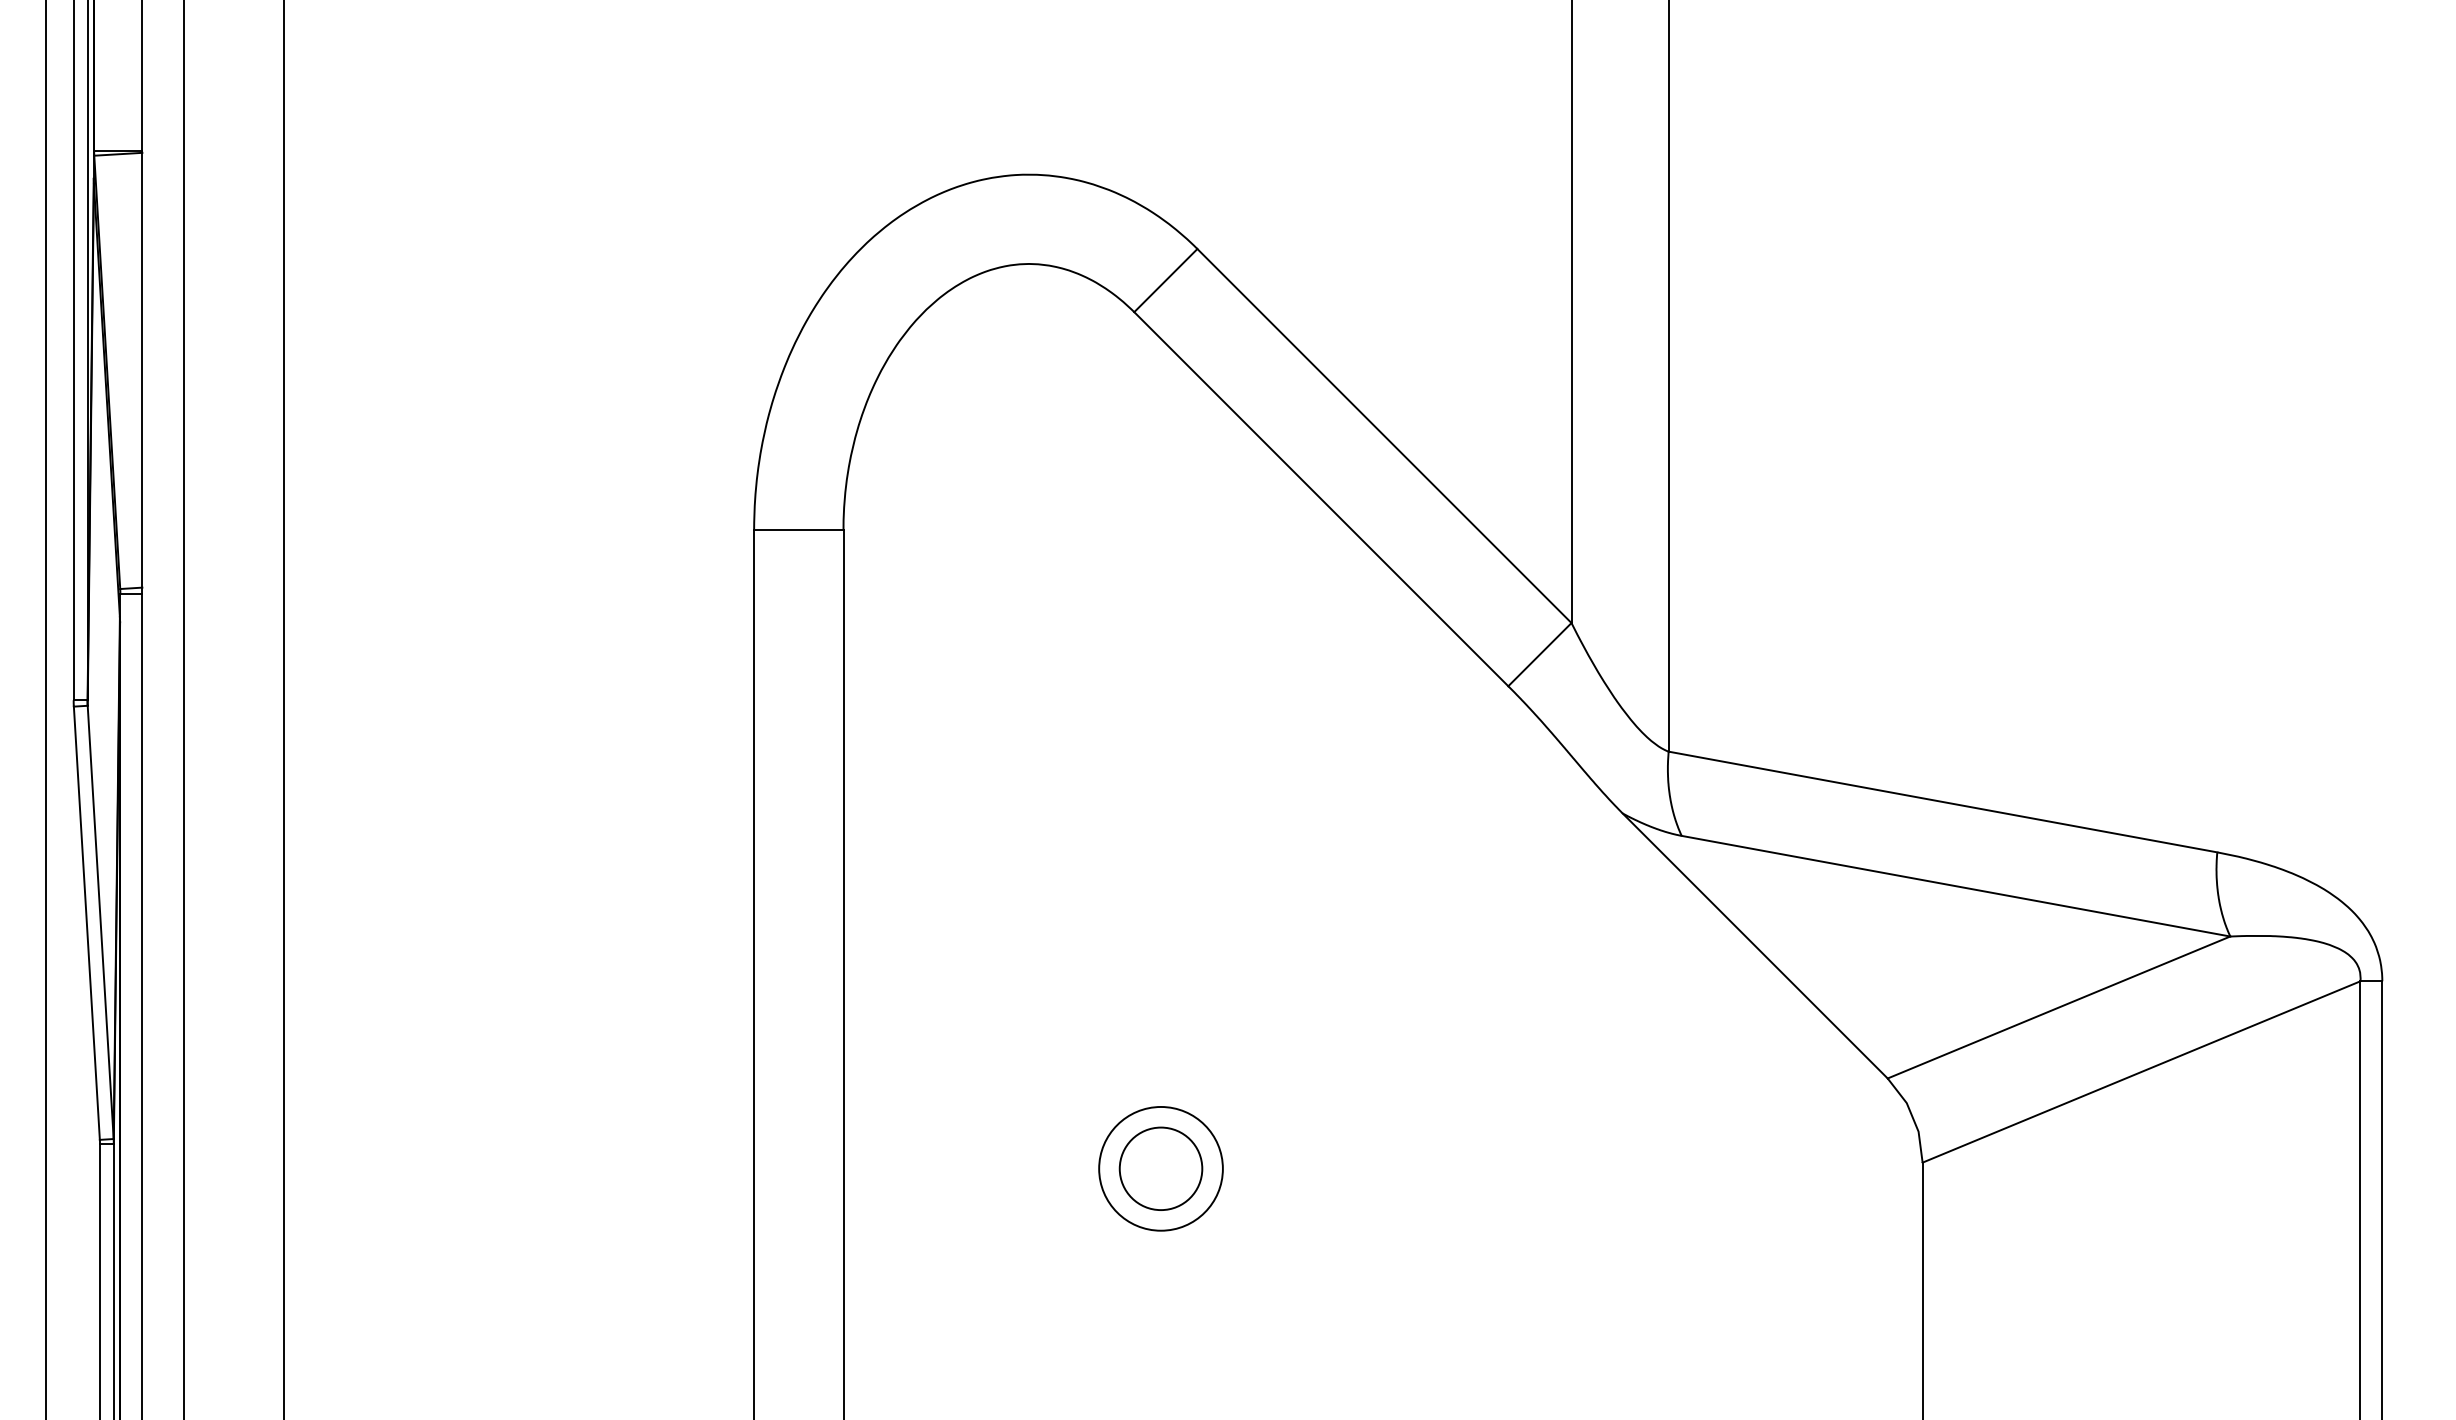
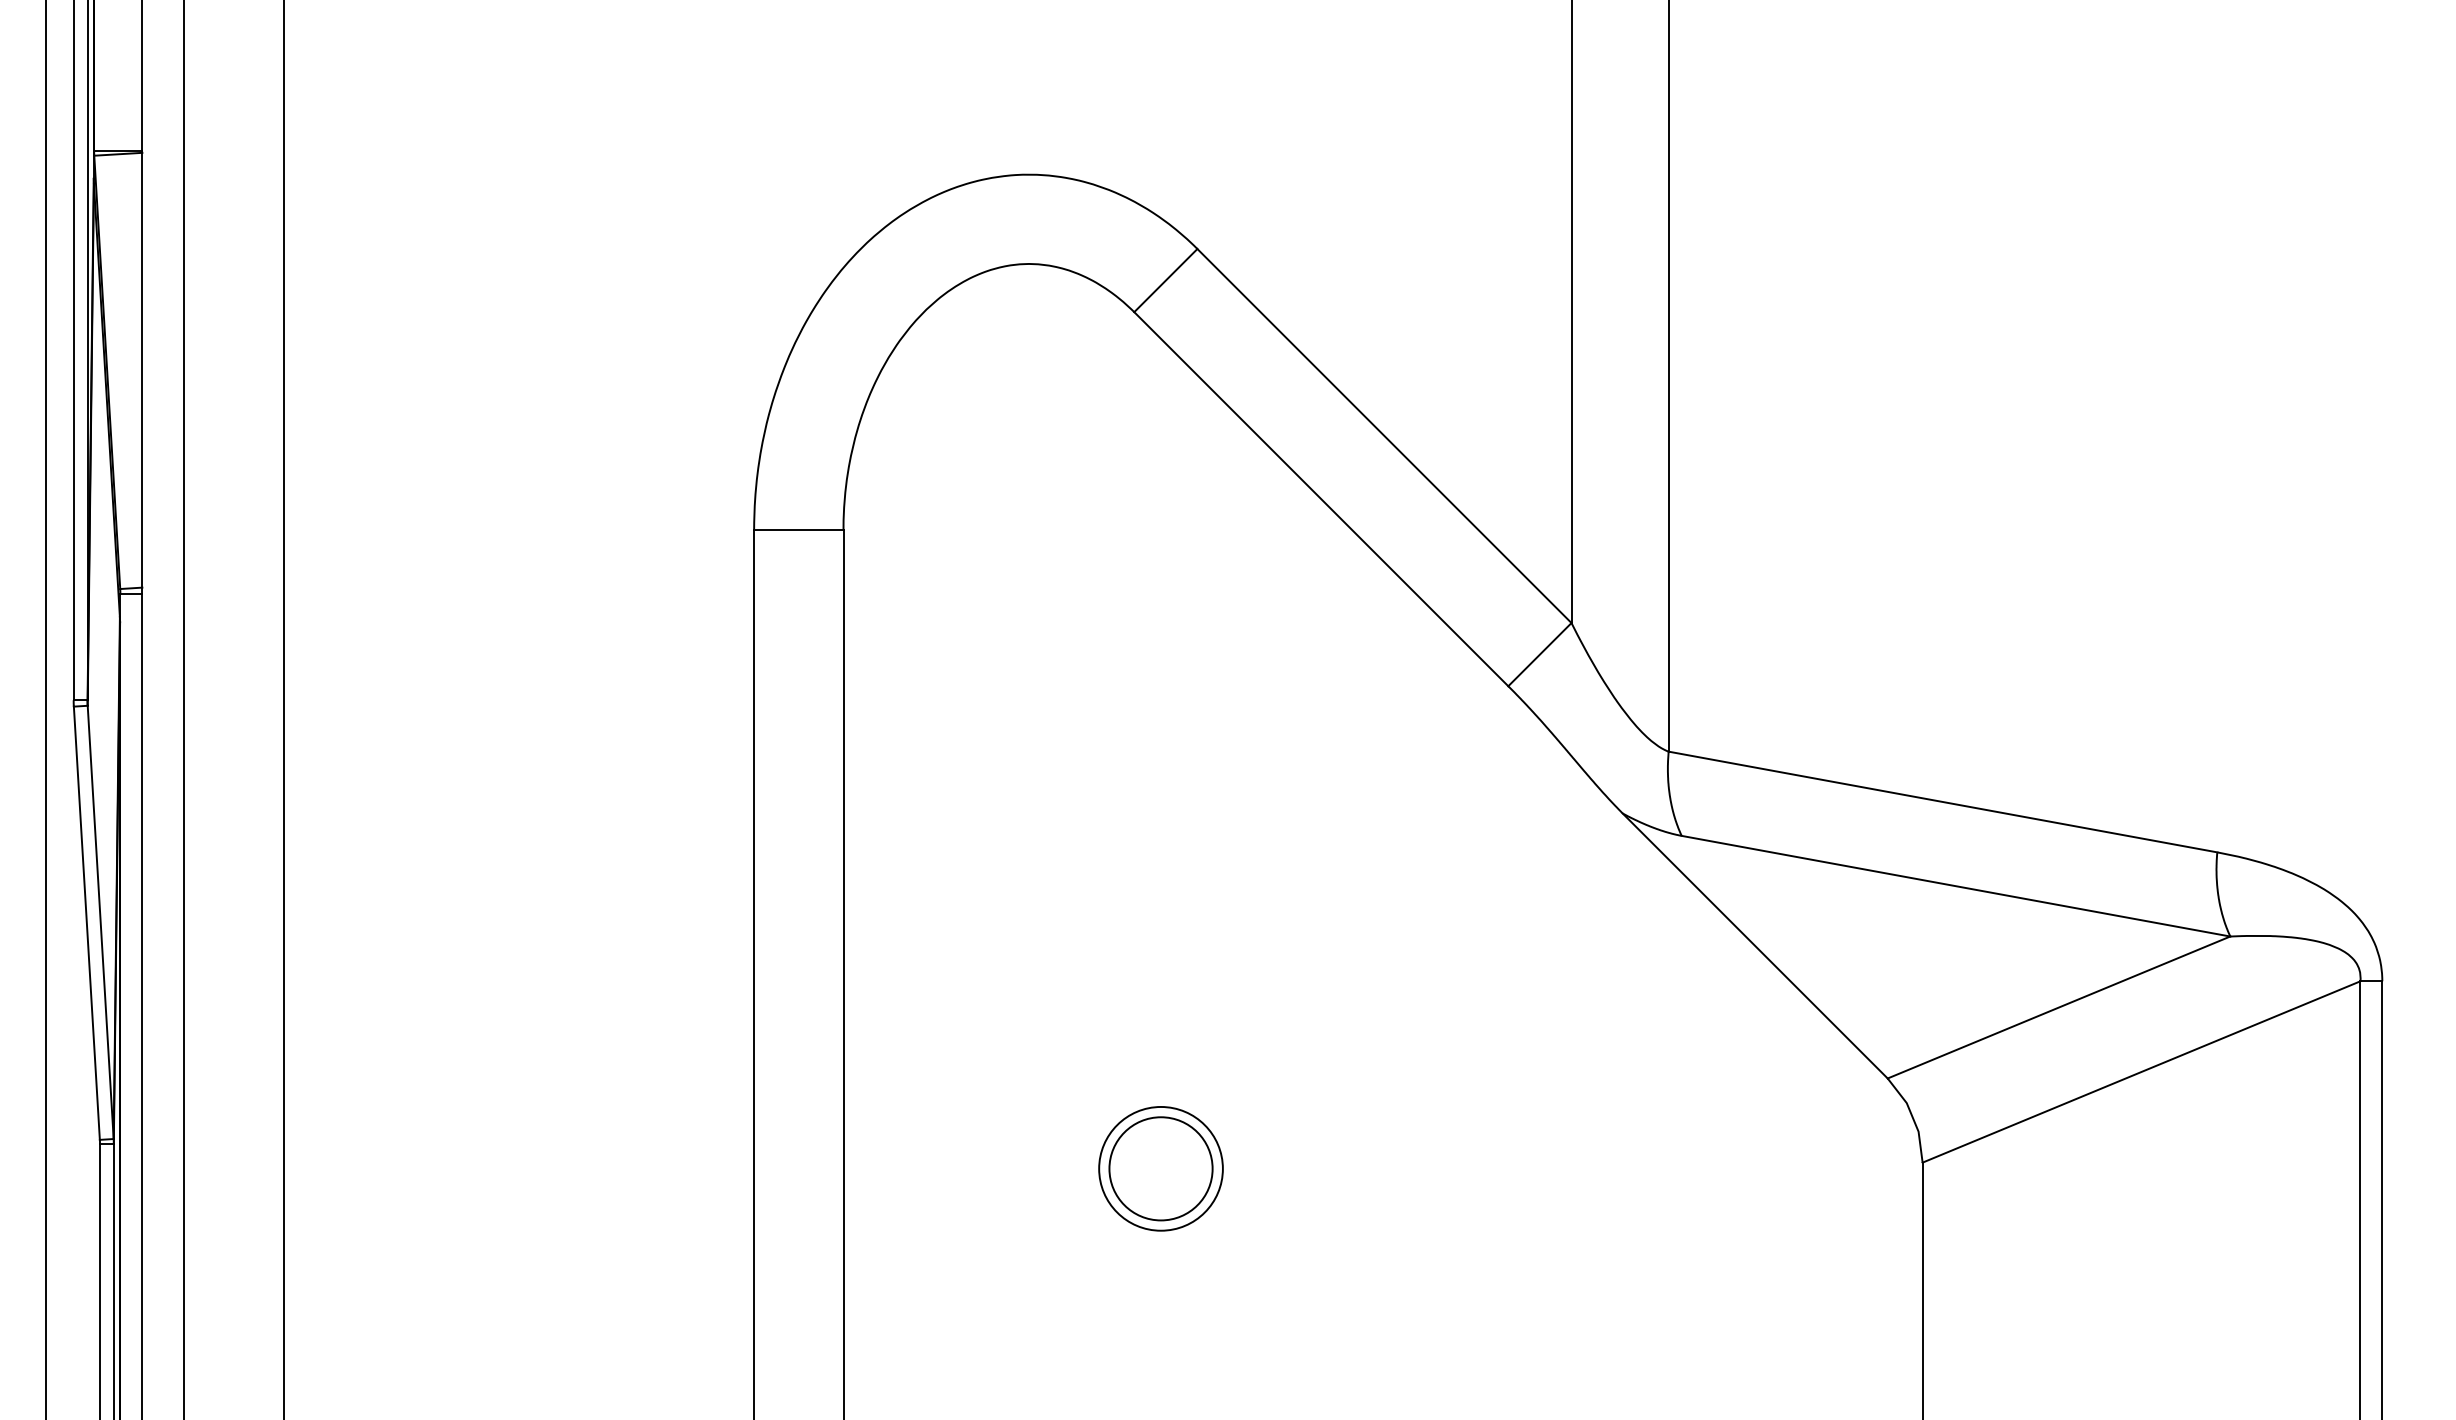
circle at (1160, 1168) diameter: 83 px -> 103 px
